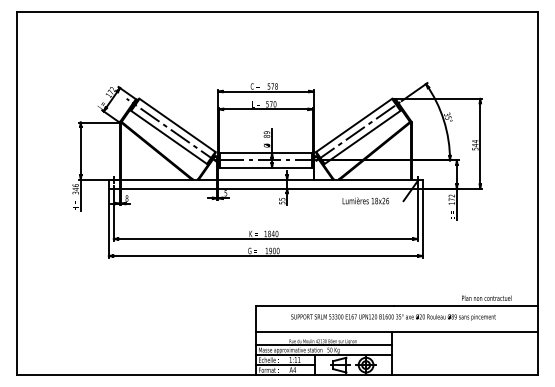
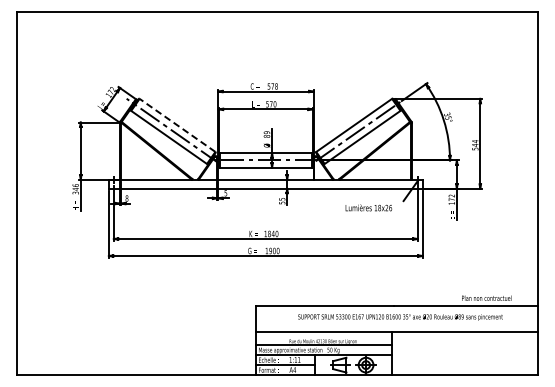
line at (177, 125): solid -> dashed
text at (365, 200) position: (365, 200) -> (368, 207)
text at (393, 317) position: (393, 317) -> (400, 317)
